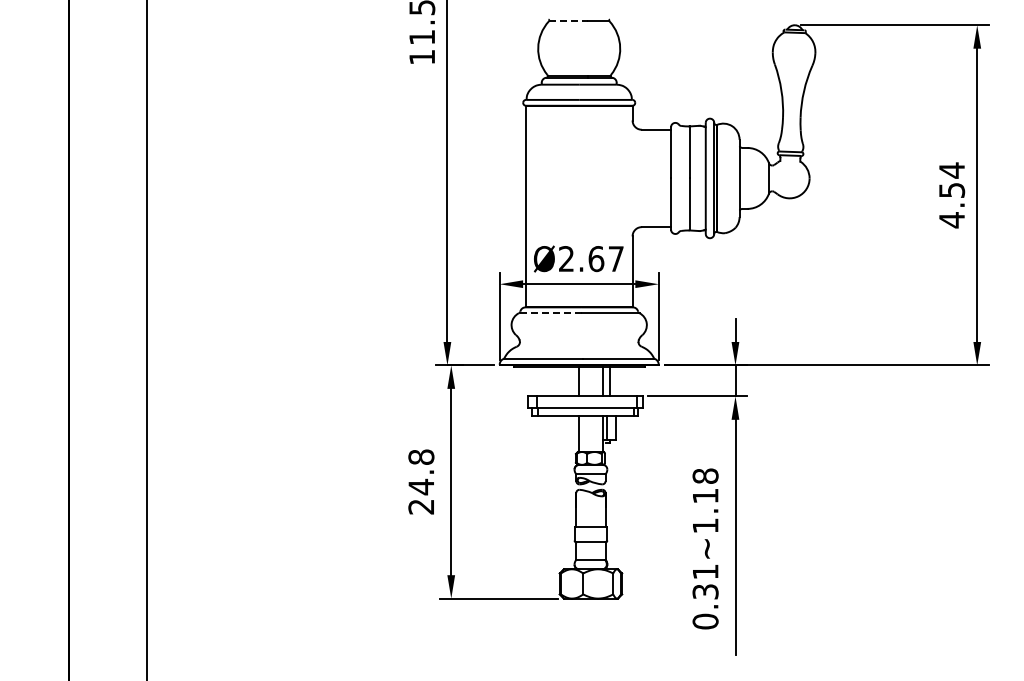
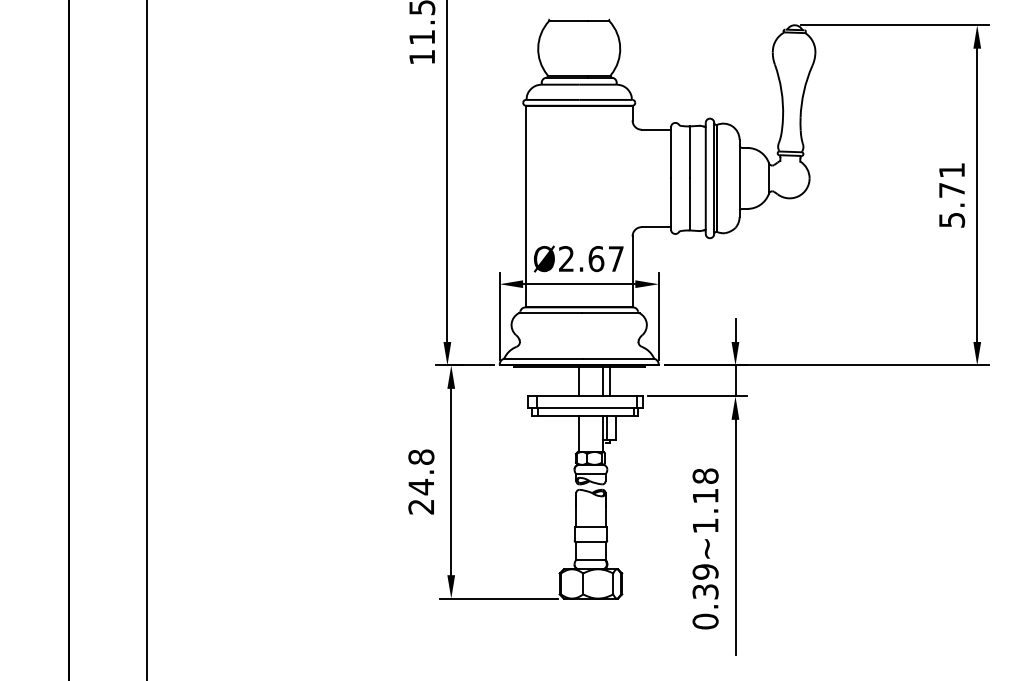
line at (568, 20): dashed -> solid
text at (952, 195): 4.54 -> 5.71
line at (550, 313): dashed -> solid
text at (705, 571): 0.31~1.18 -> 0.39~1.18
